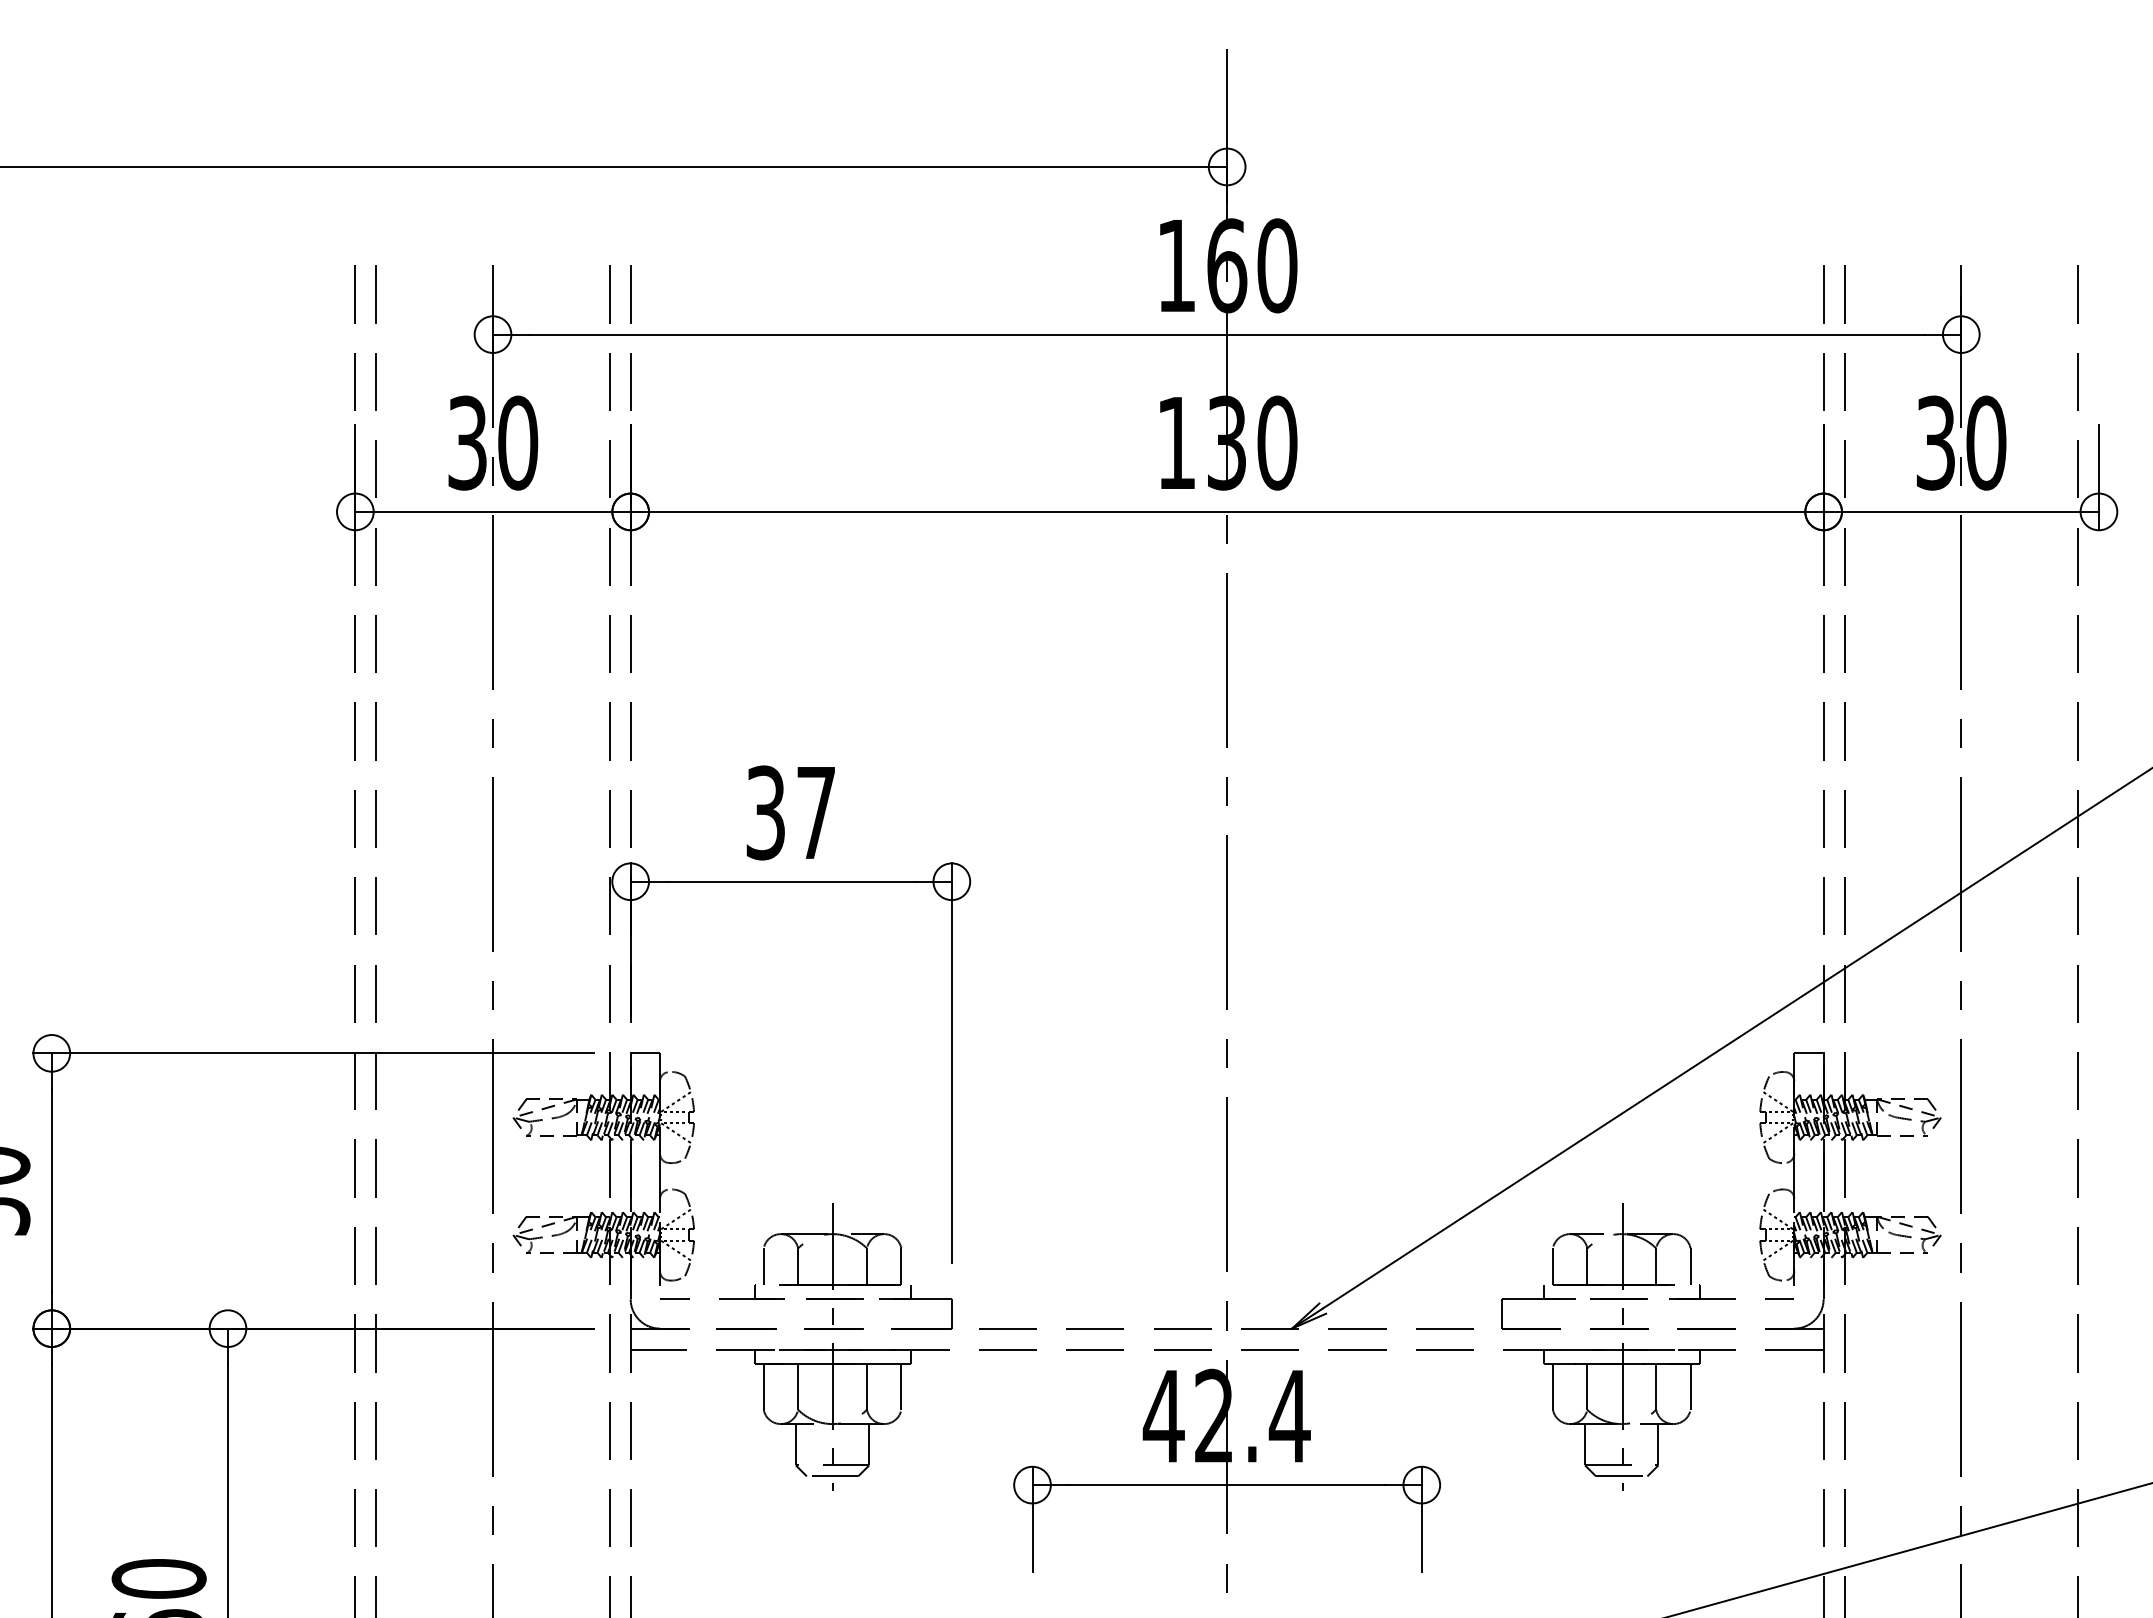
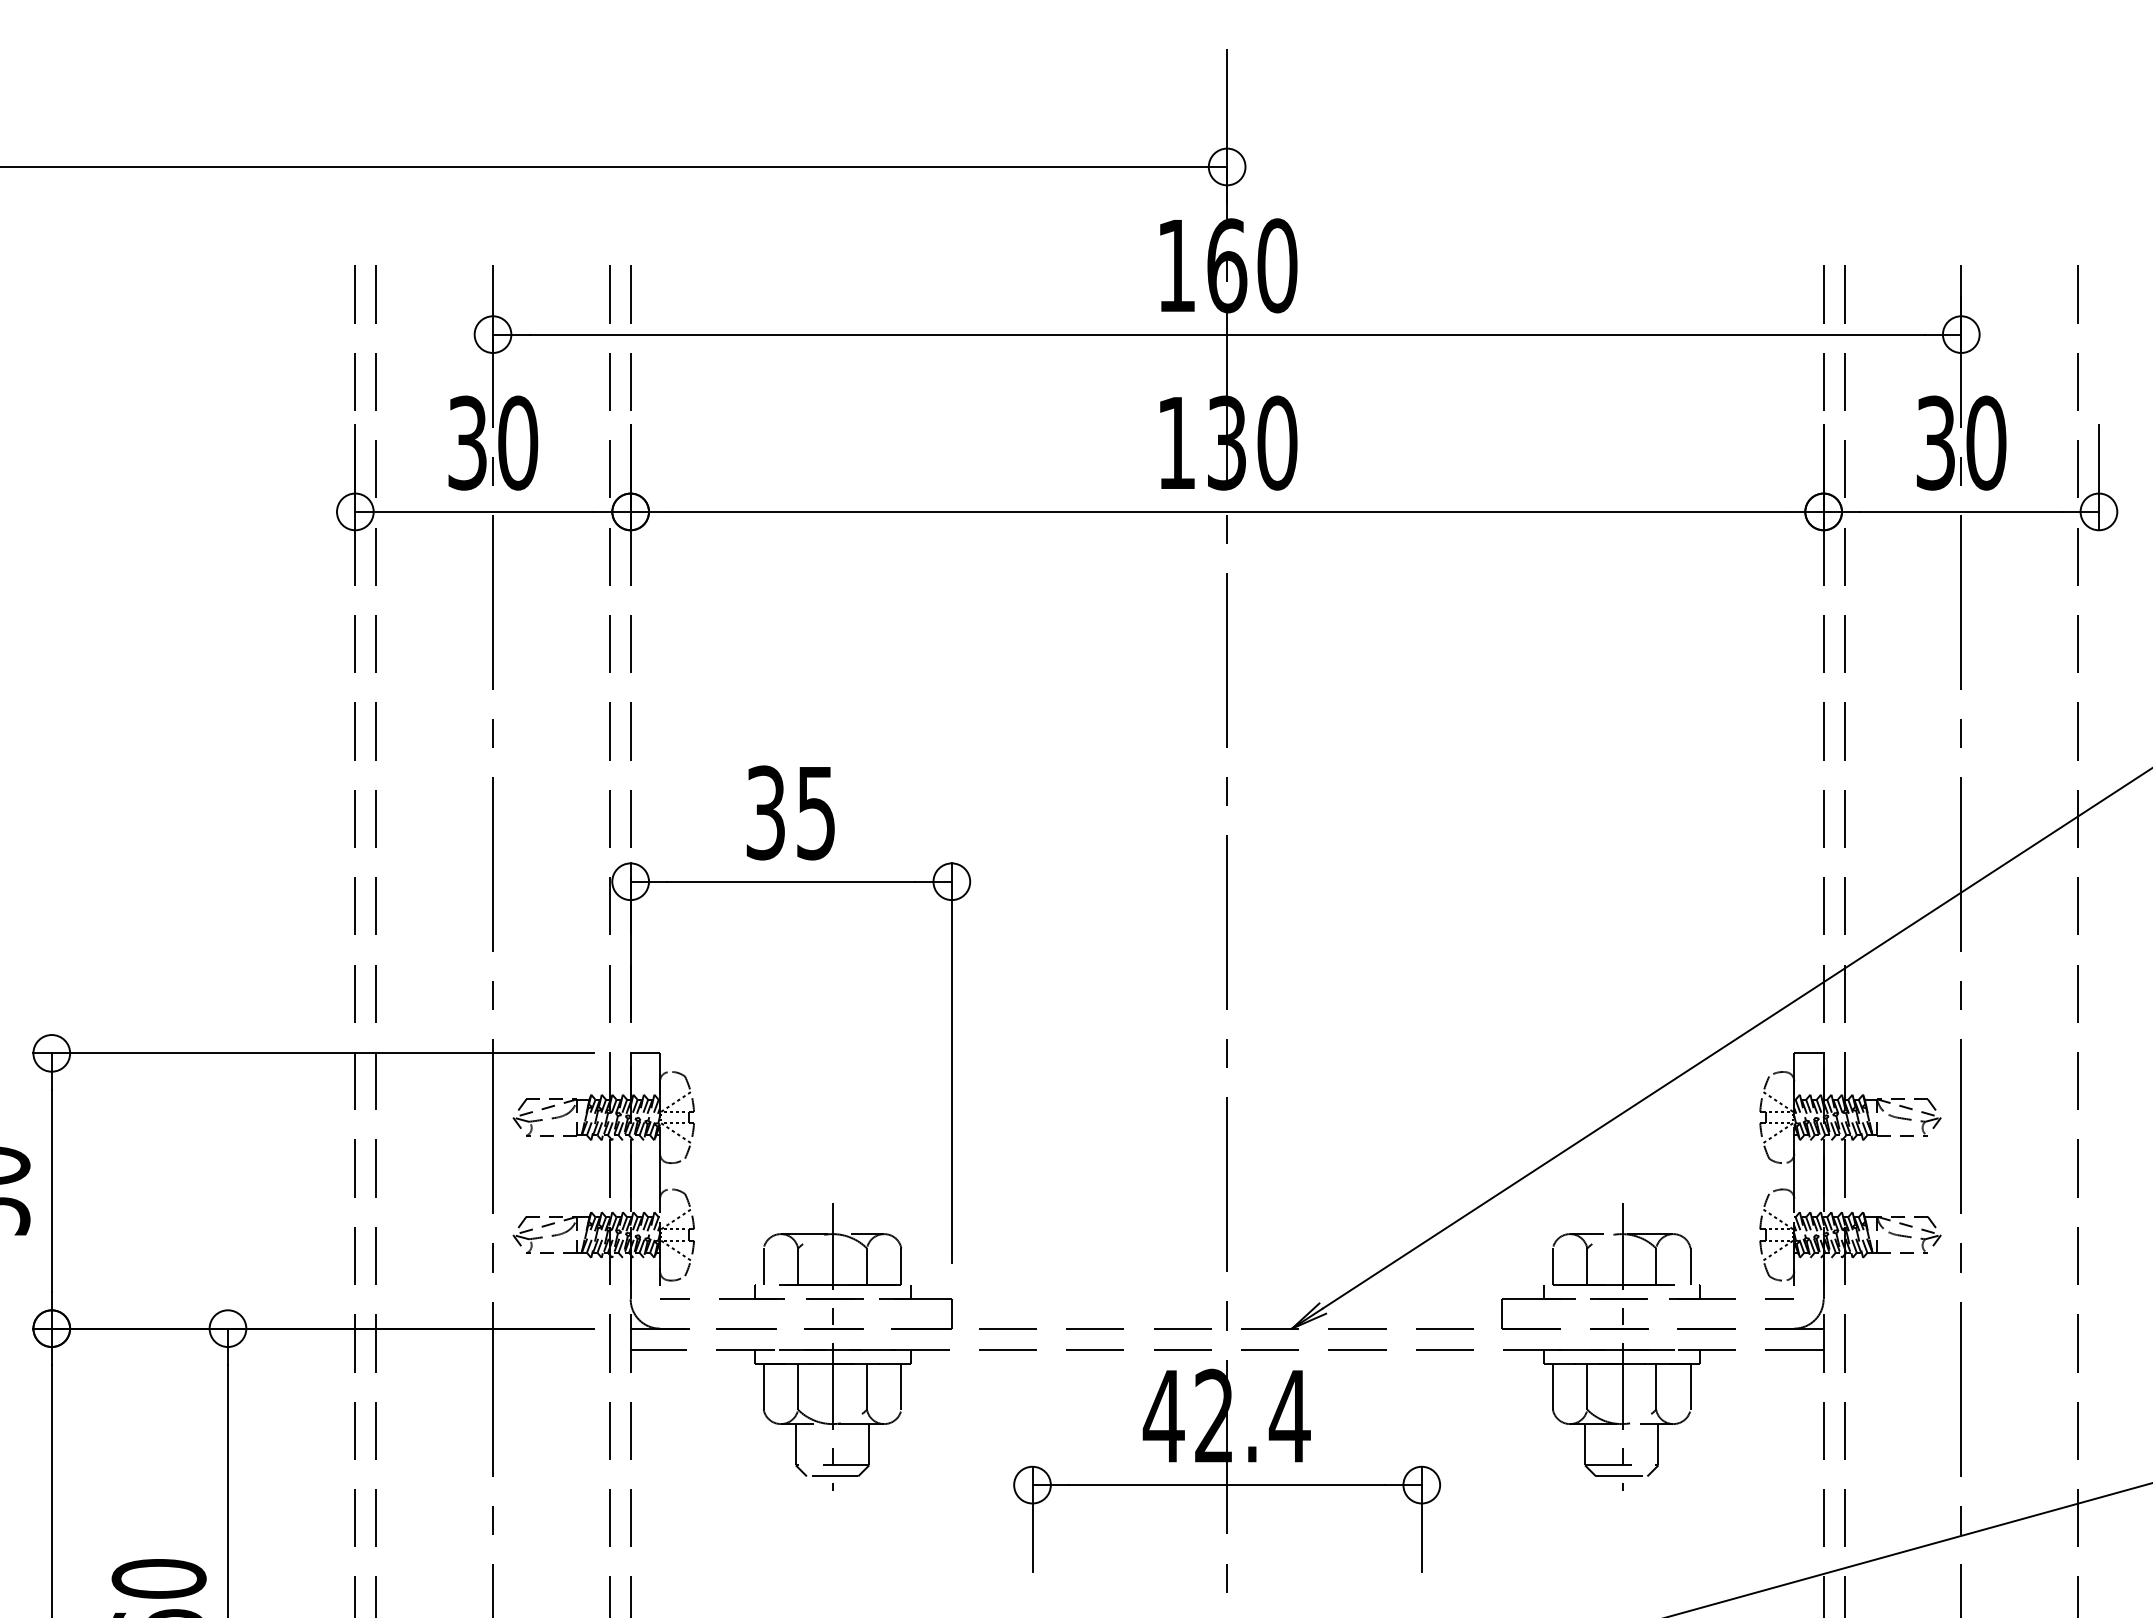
text at (815, 813): 37 -> 35
